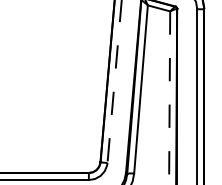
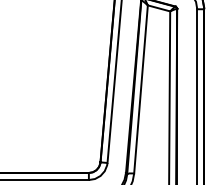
line at (114, 82): dashed -> solid
line at (169, 98): dashed -> solid
